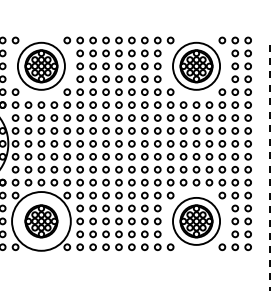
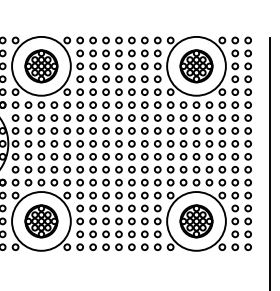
circle at (40, 65) diameter: 47 px -> 59 px
circle at (196, 65) diameter: 47 px -> 59 px
line at (270, 164): dashed -> solid
circle at (196, 220) diameter: 47 px -> 59 px
